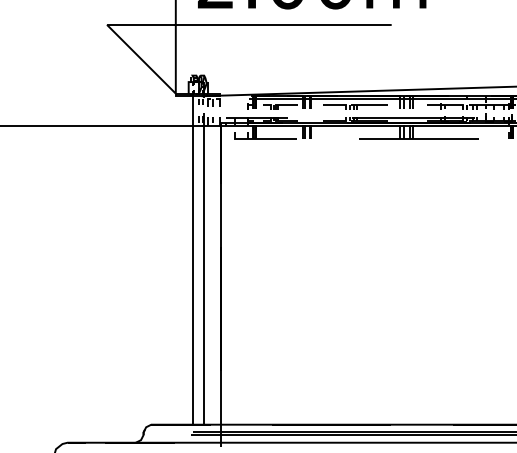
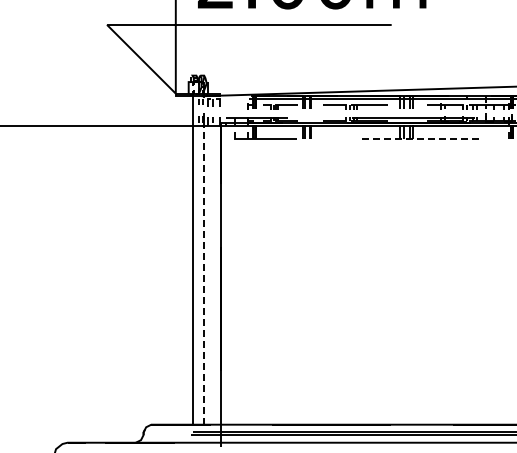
line at (418, 138): solid -> dashed
line at (204, 274): solid -> dashed
